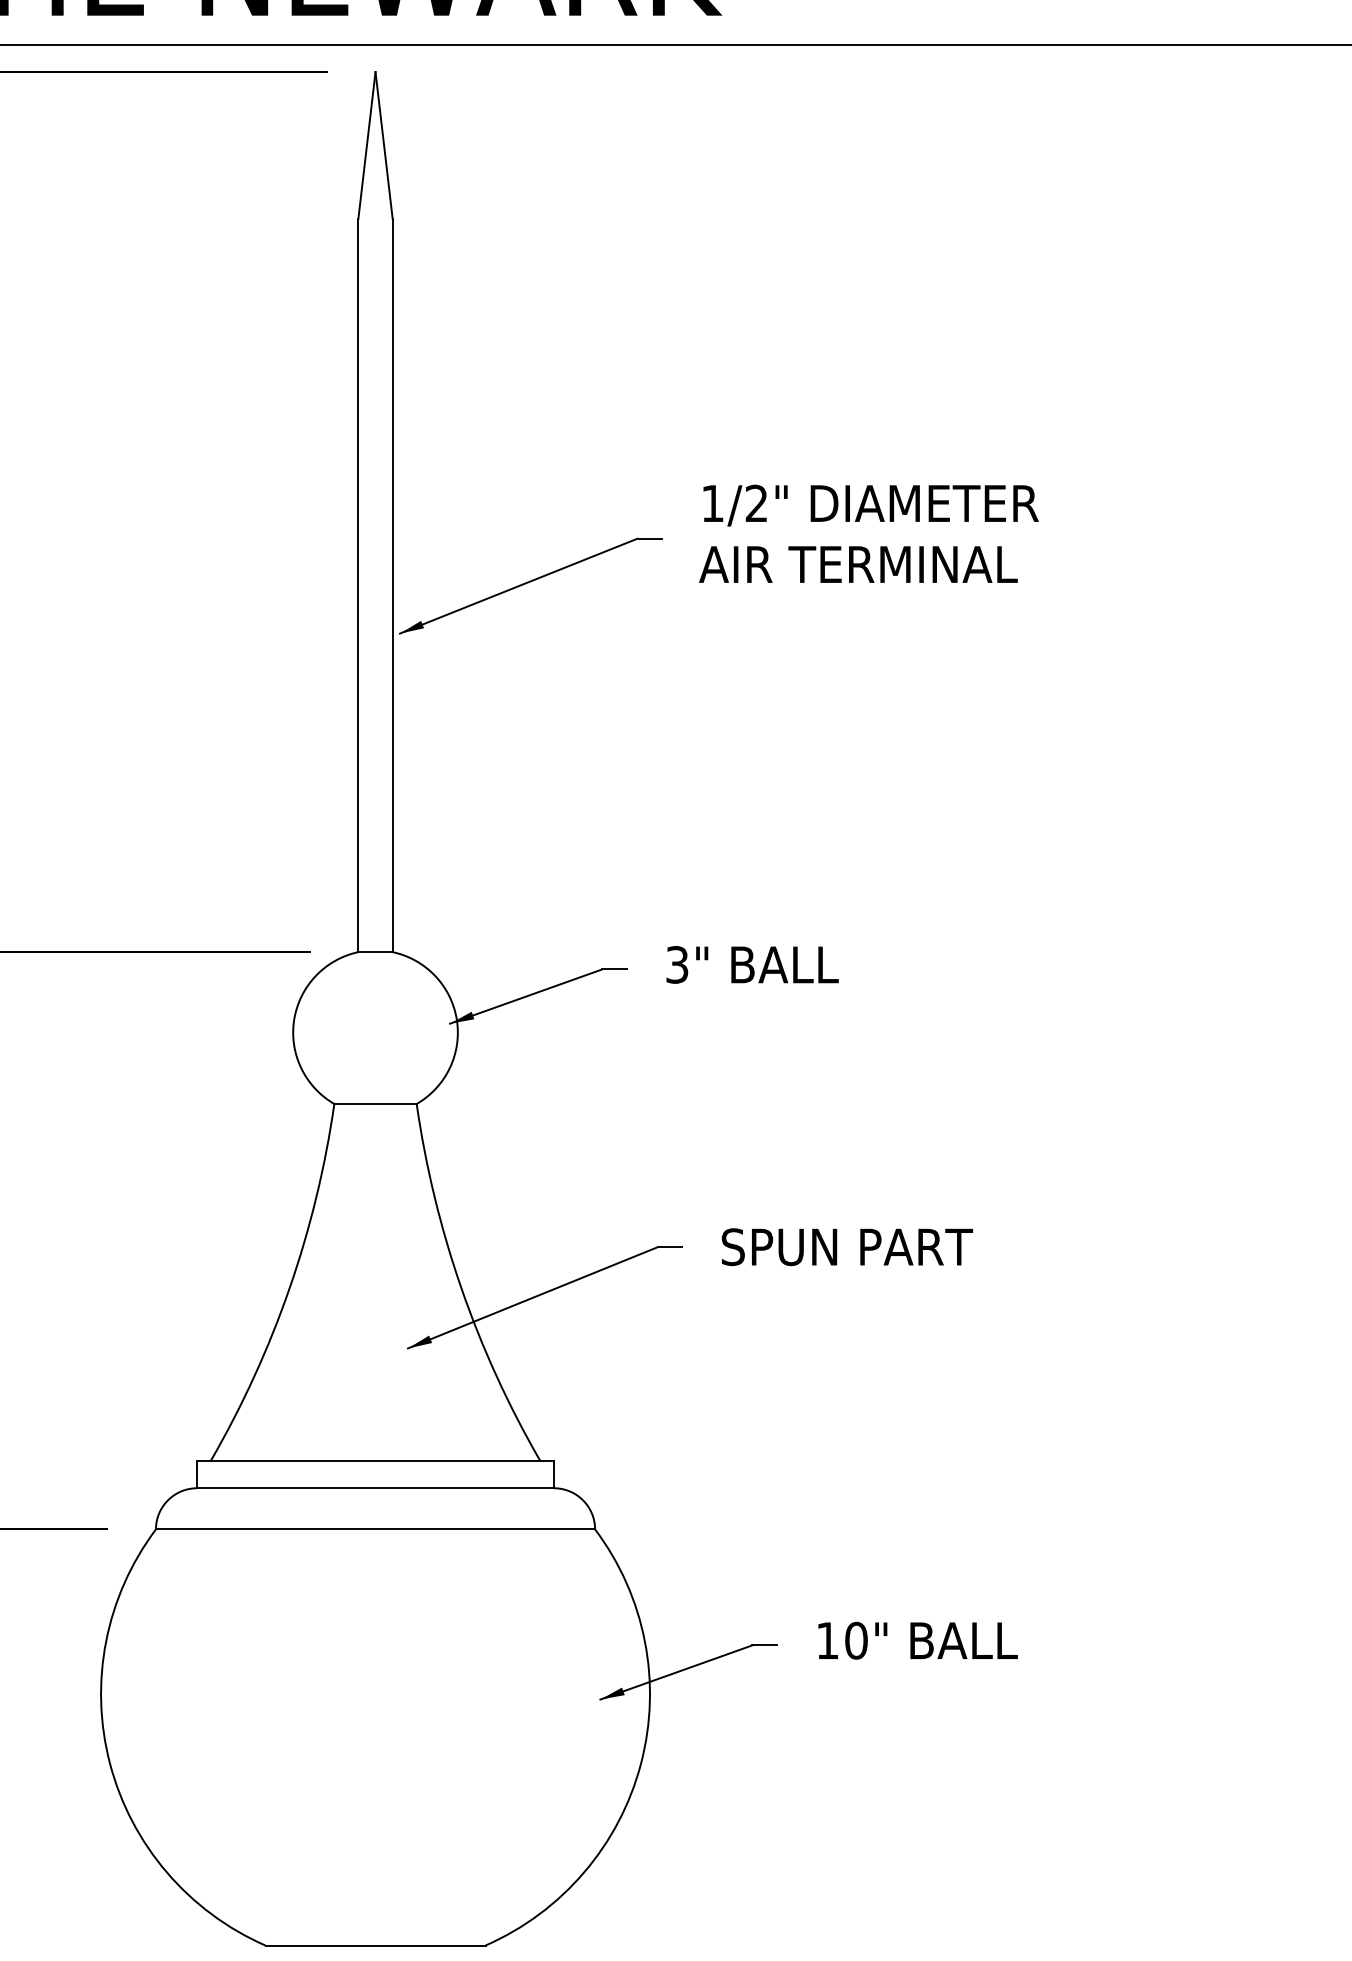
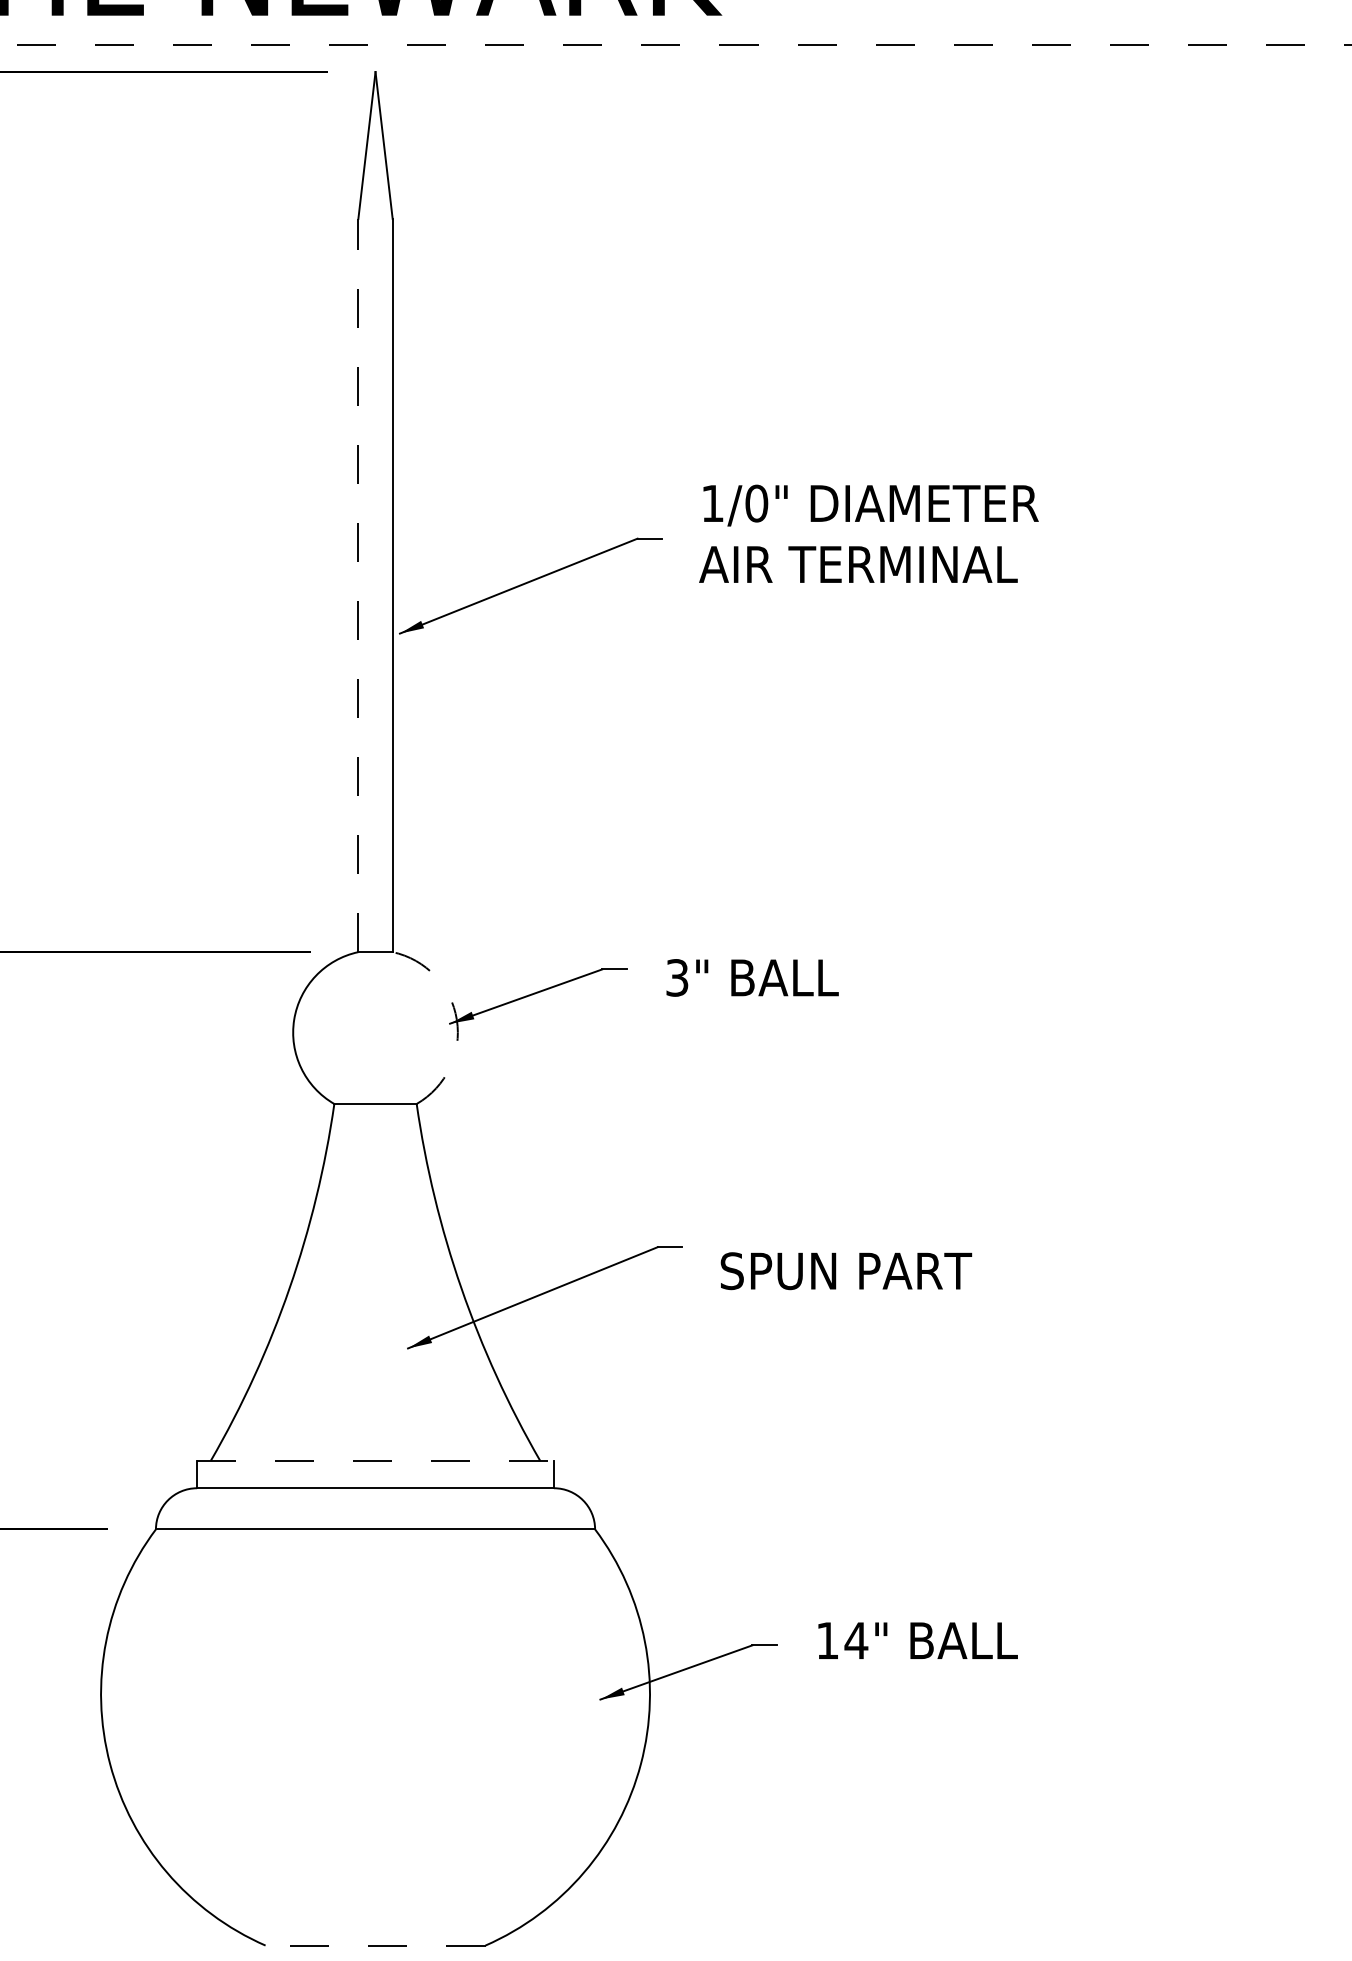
line at (675, 44): solid -> dashed
text at (756, 503): 1/2" -> 1/0"
line at (358, 585): solid -> dashed
text at (752, 964) position: (752, 964) -> (752, 977)
arc at (456, 1019): solid -> dashed
text at (847, 1247) position: (847, 1247) -> (846, 1271)
line at (376, 1460): solid -> dashed
text at (856, 1640): 10" -> 14"
line at (375, 1945): solid -> dashed
